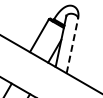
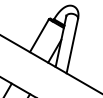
line at (72, 46): dashed -> solid
